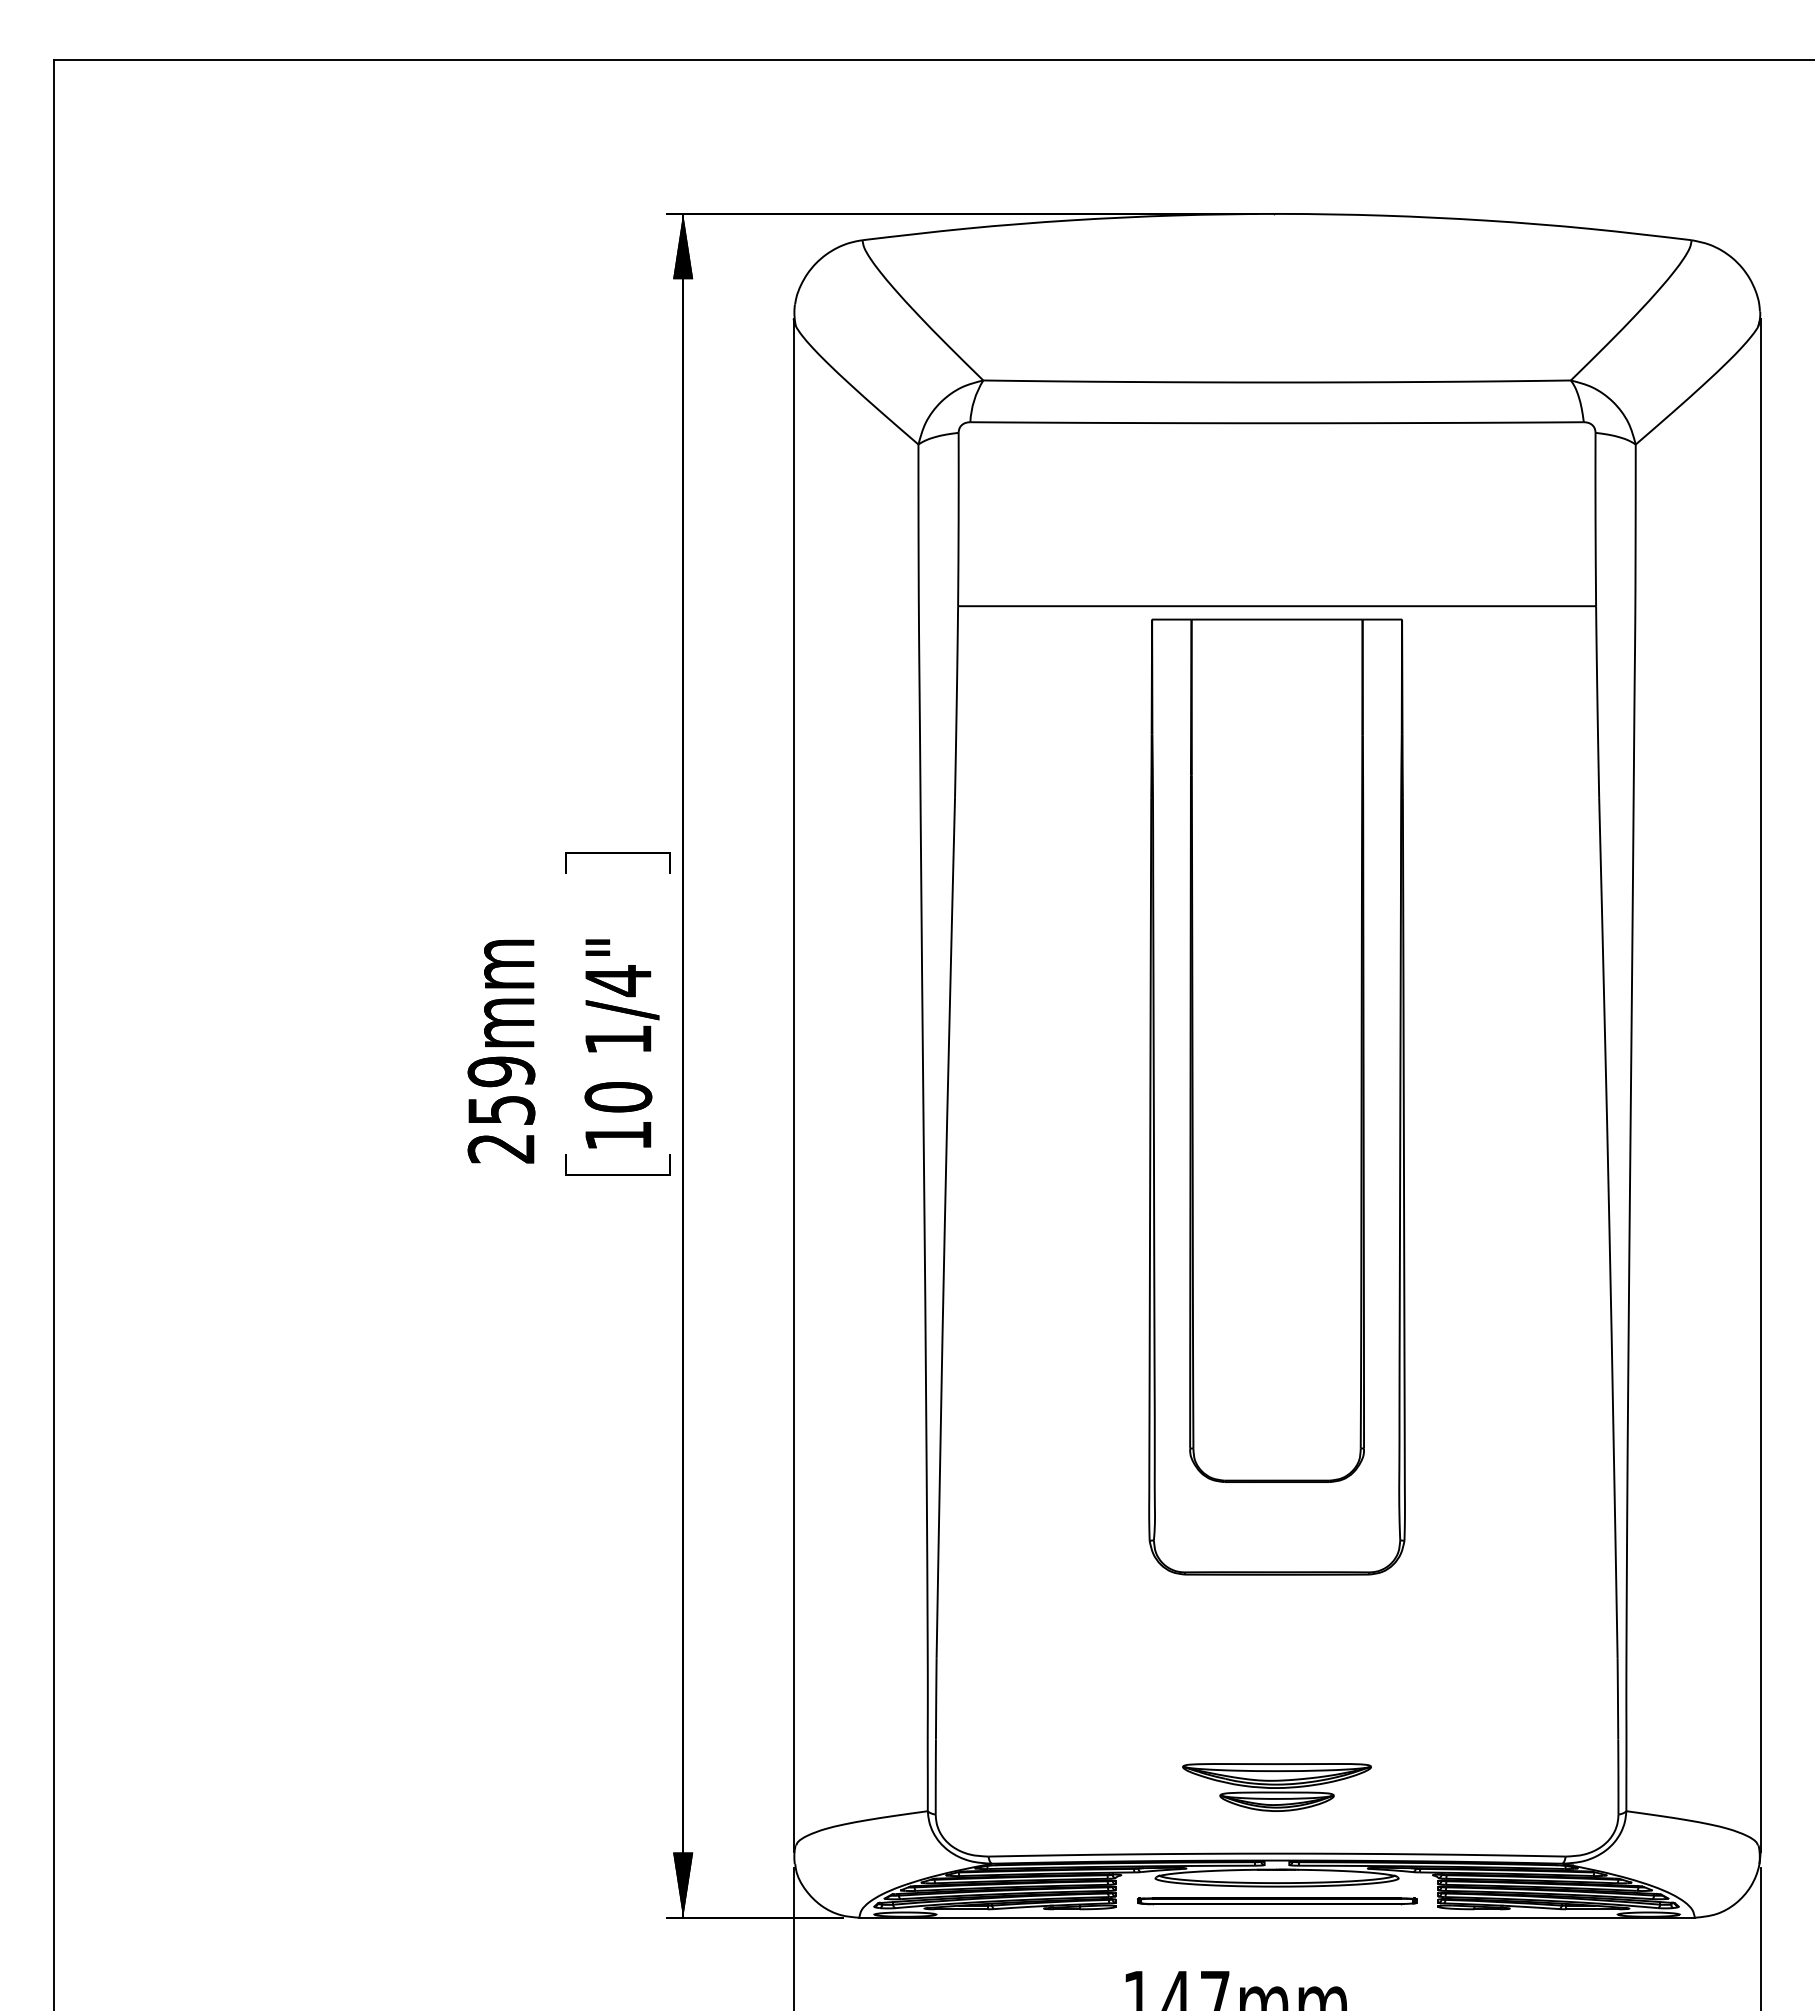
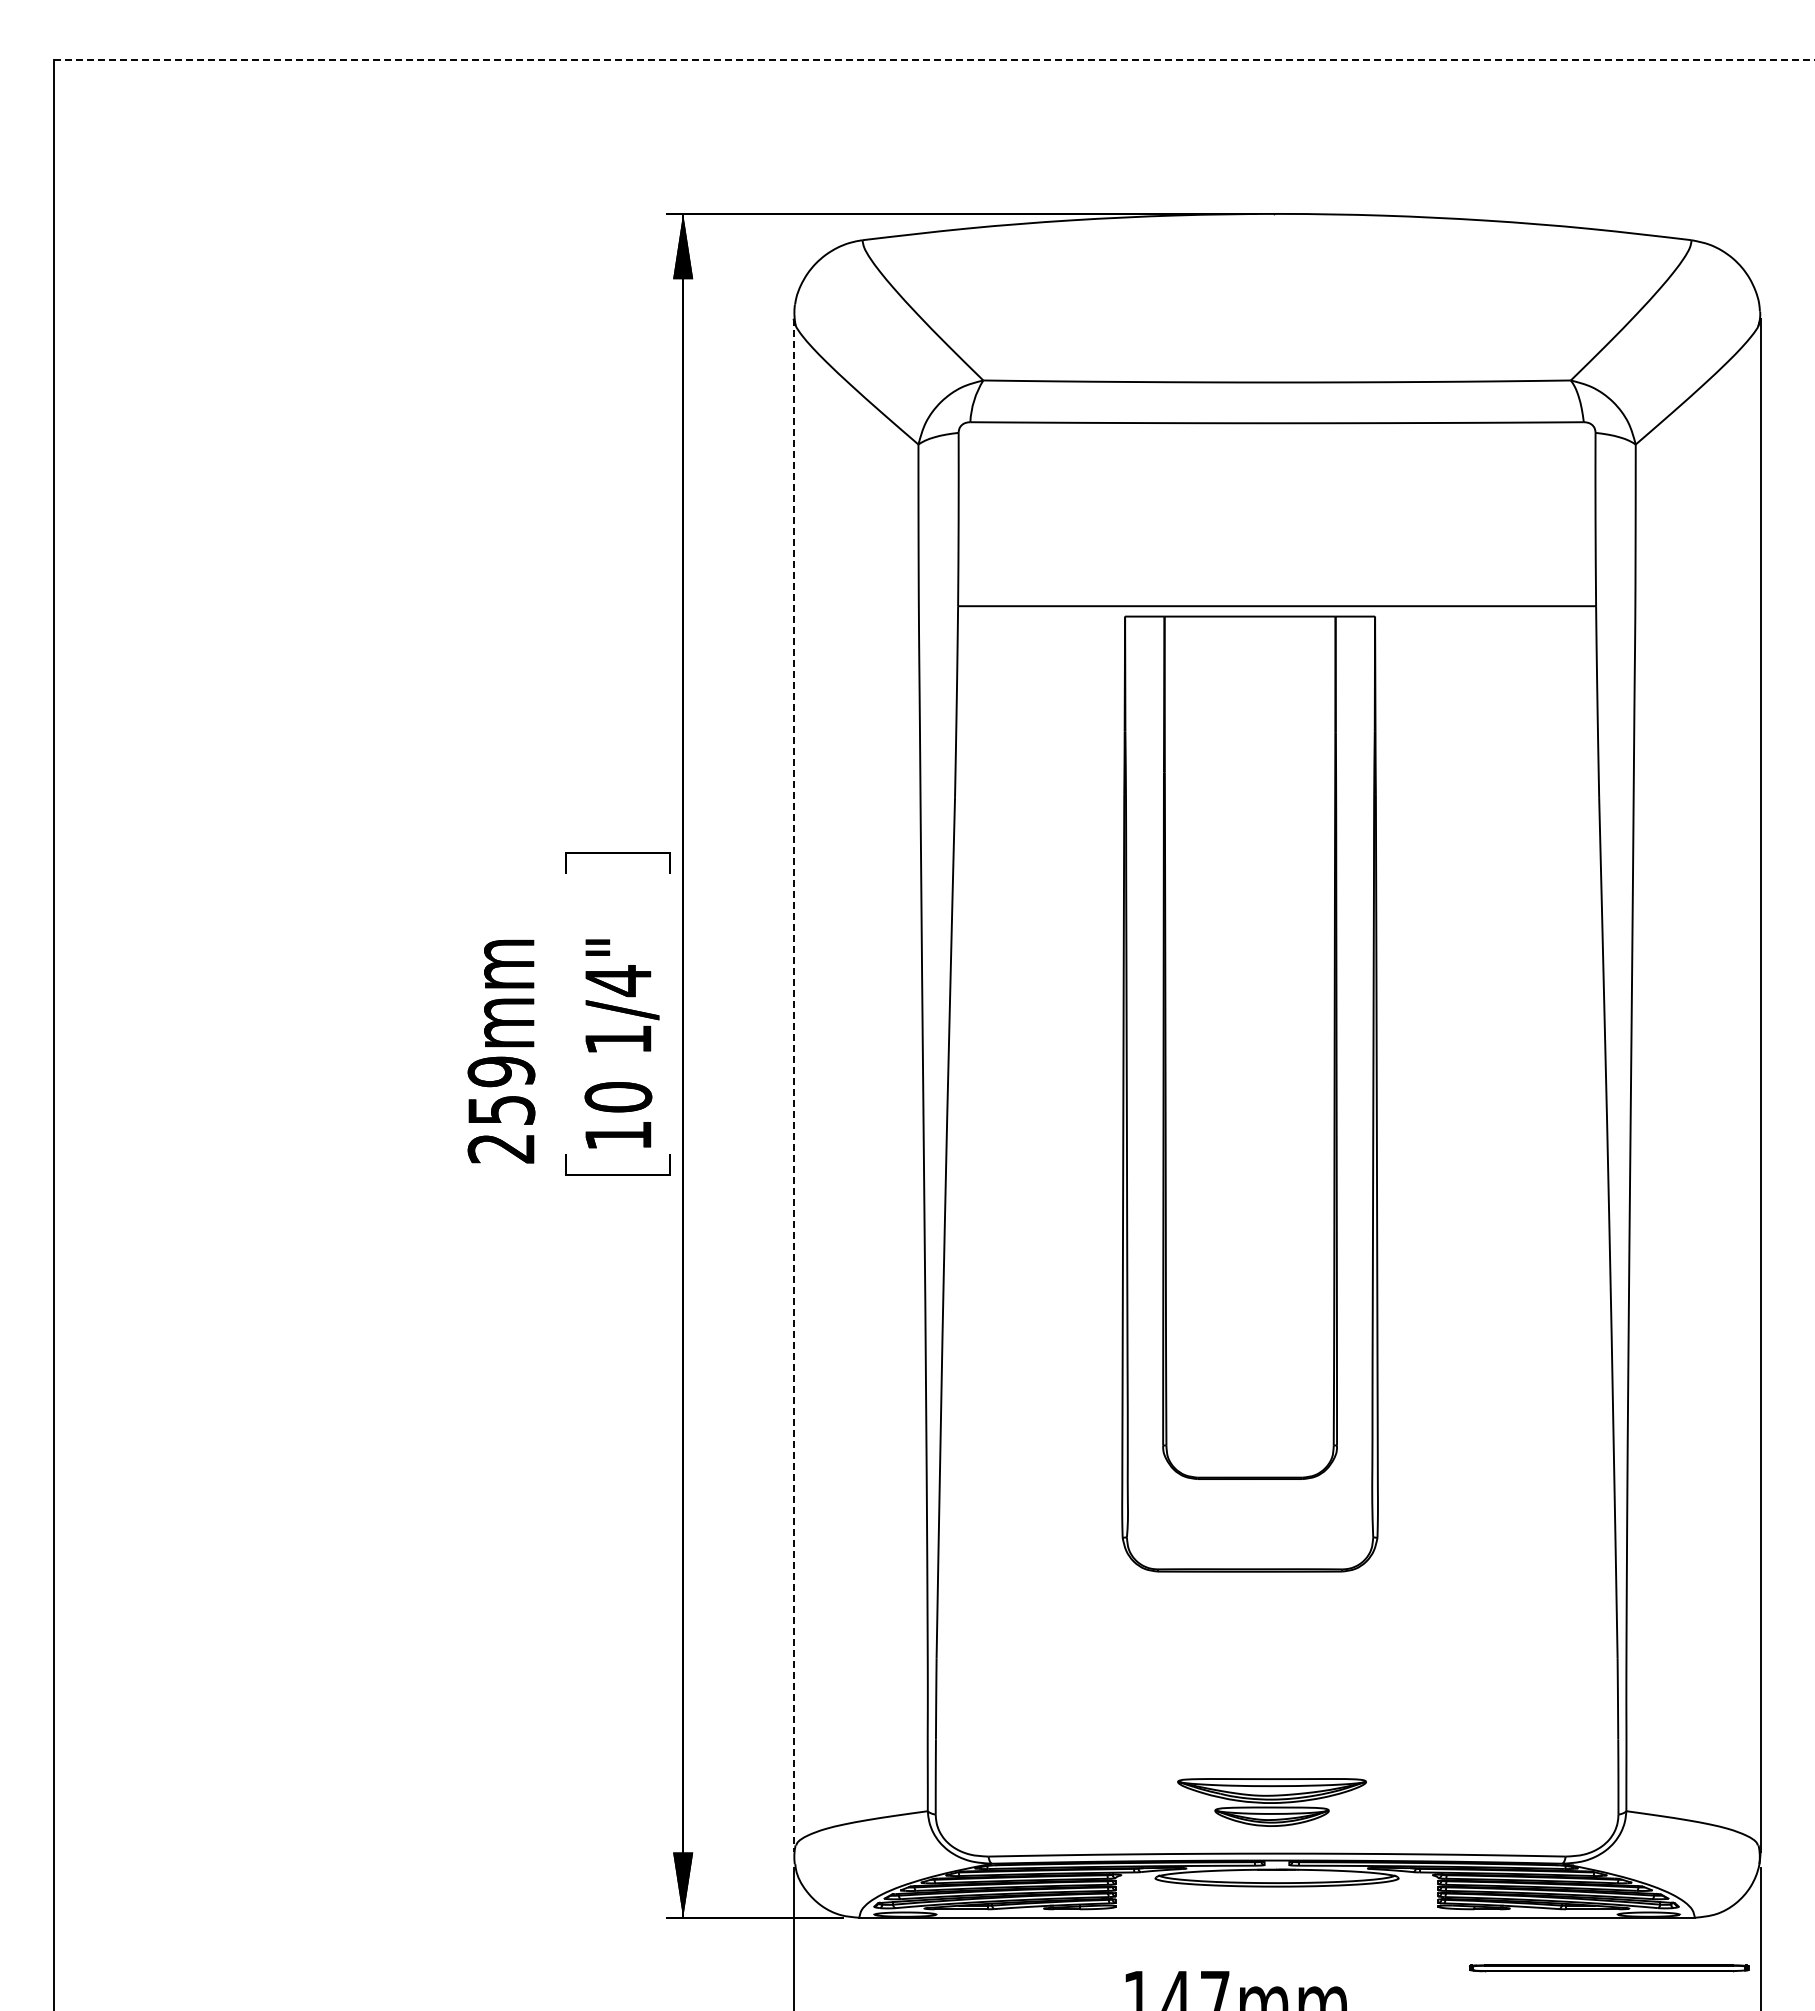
line at (934, 60): solid -> dashed
line at (793, 1085): solid -> dashed
part at (1276, 1096) position: (1276, 1096) -> (1249, 1093)
part at (1276, 1787) position: (1276, 1787) -> (1271, 1802)
part at (1277, 1901) position: (1277, 1901) -> (1609, 1968)
